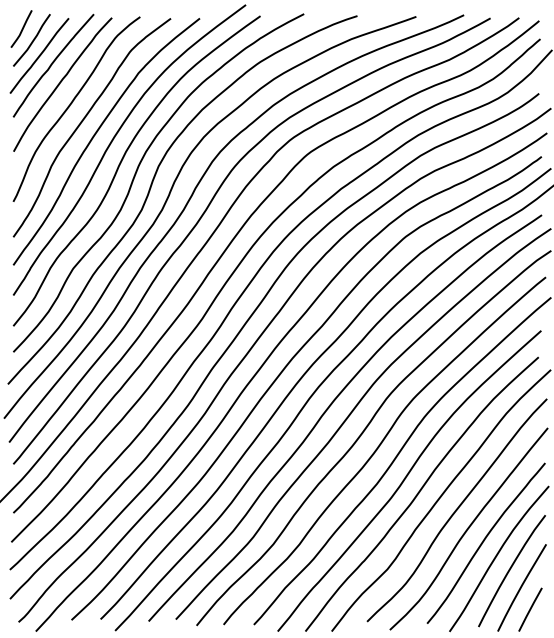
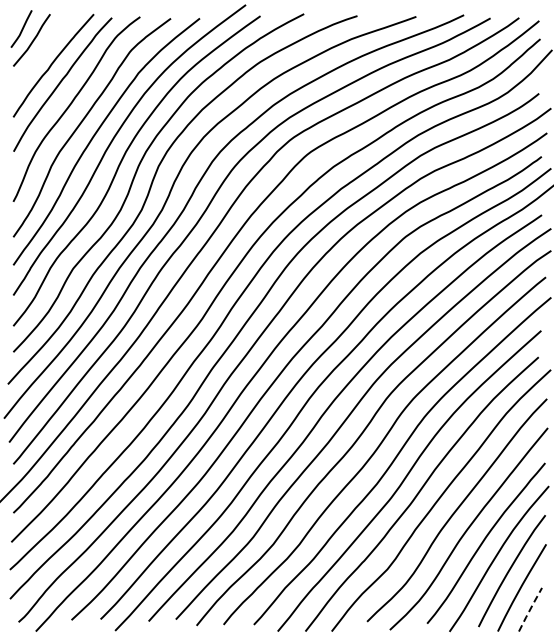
line at (39, 55): present -> none
line at (530, 609): solid -> dashed
